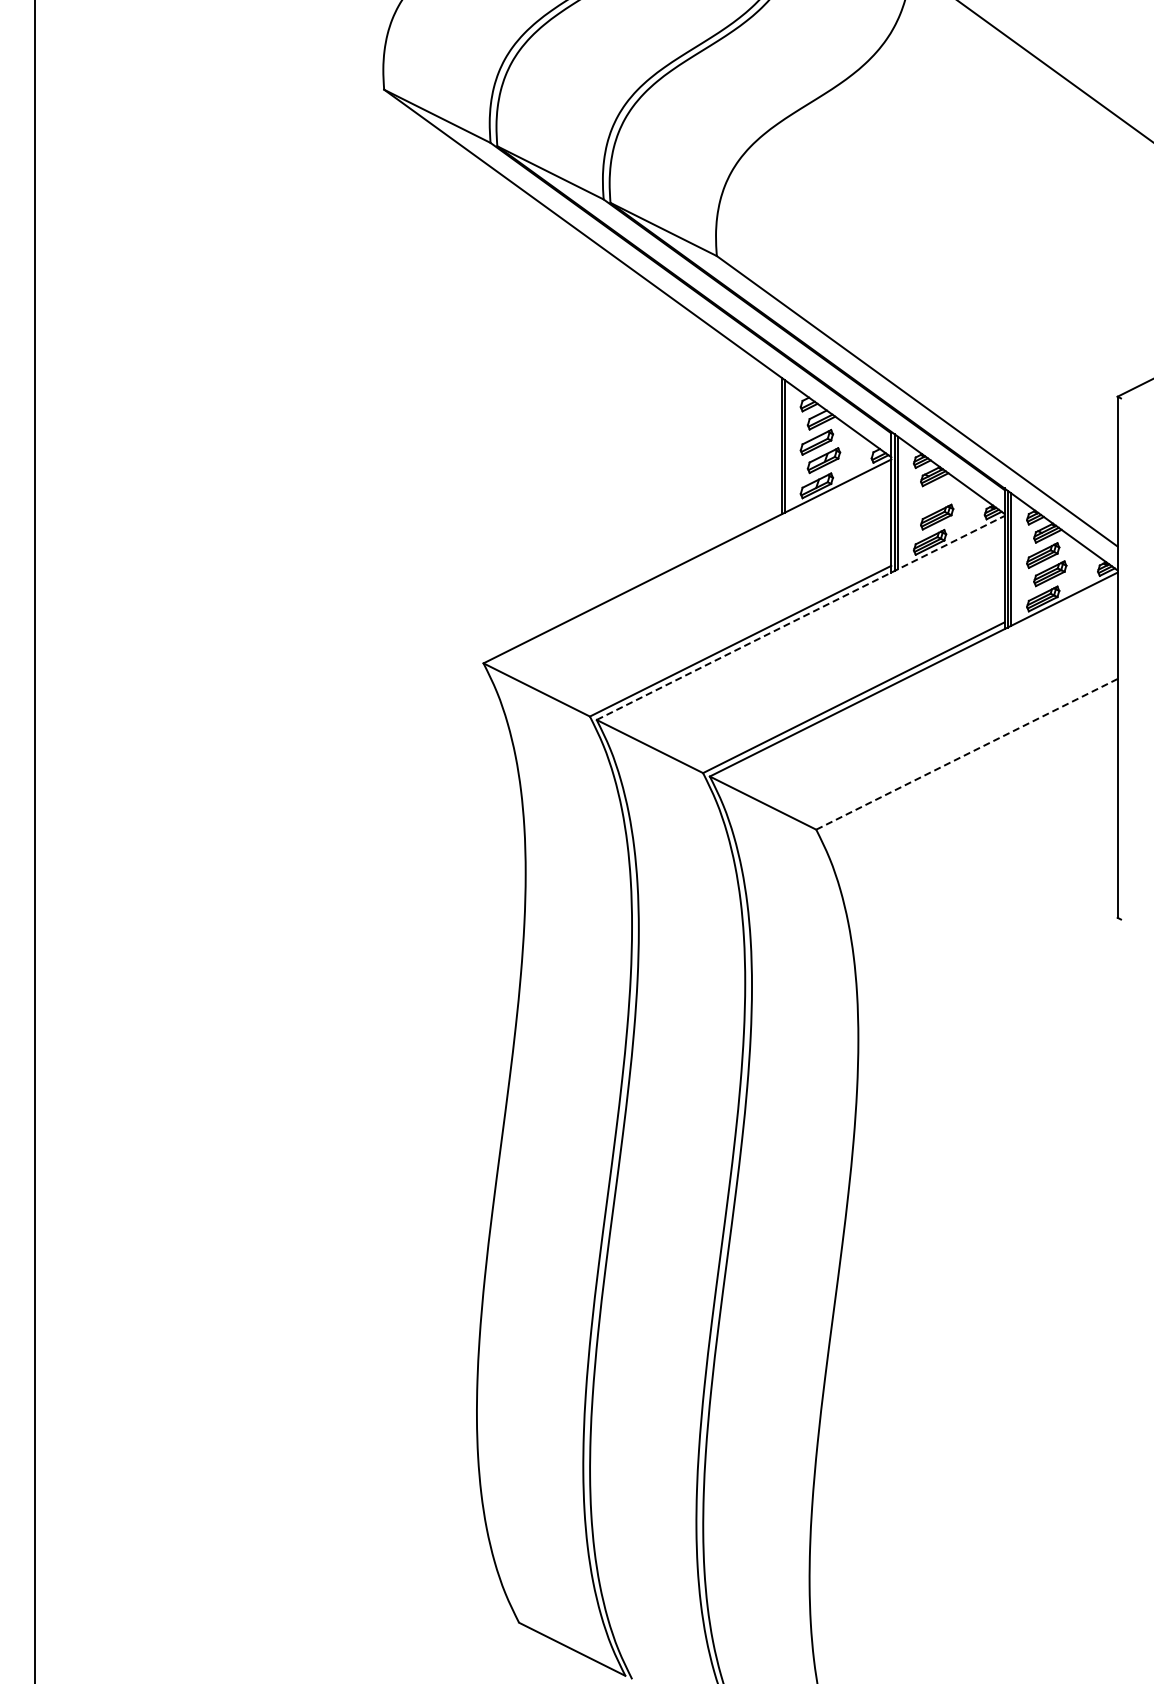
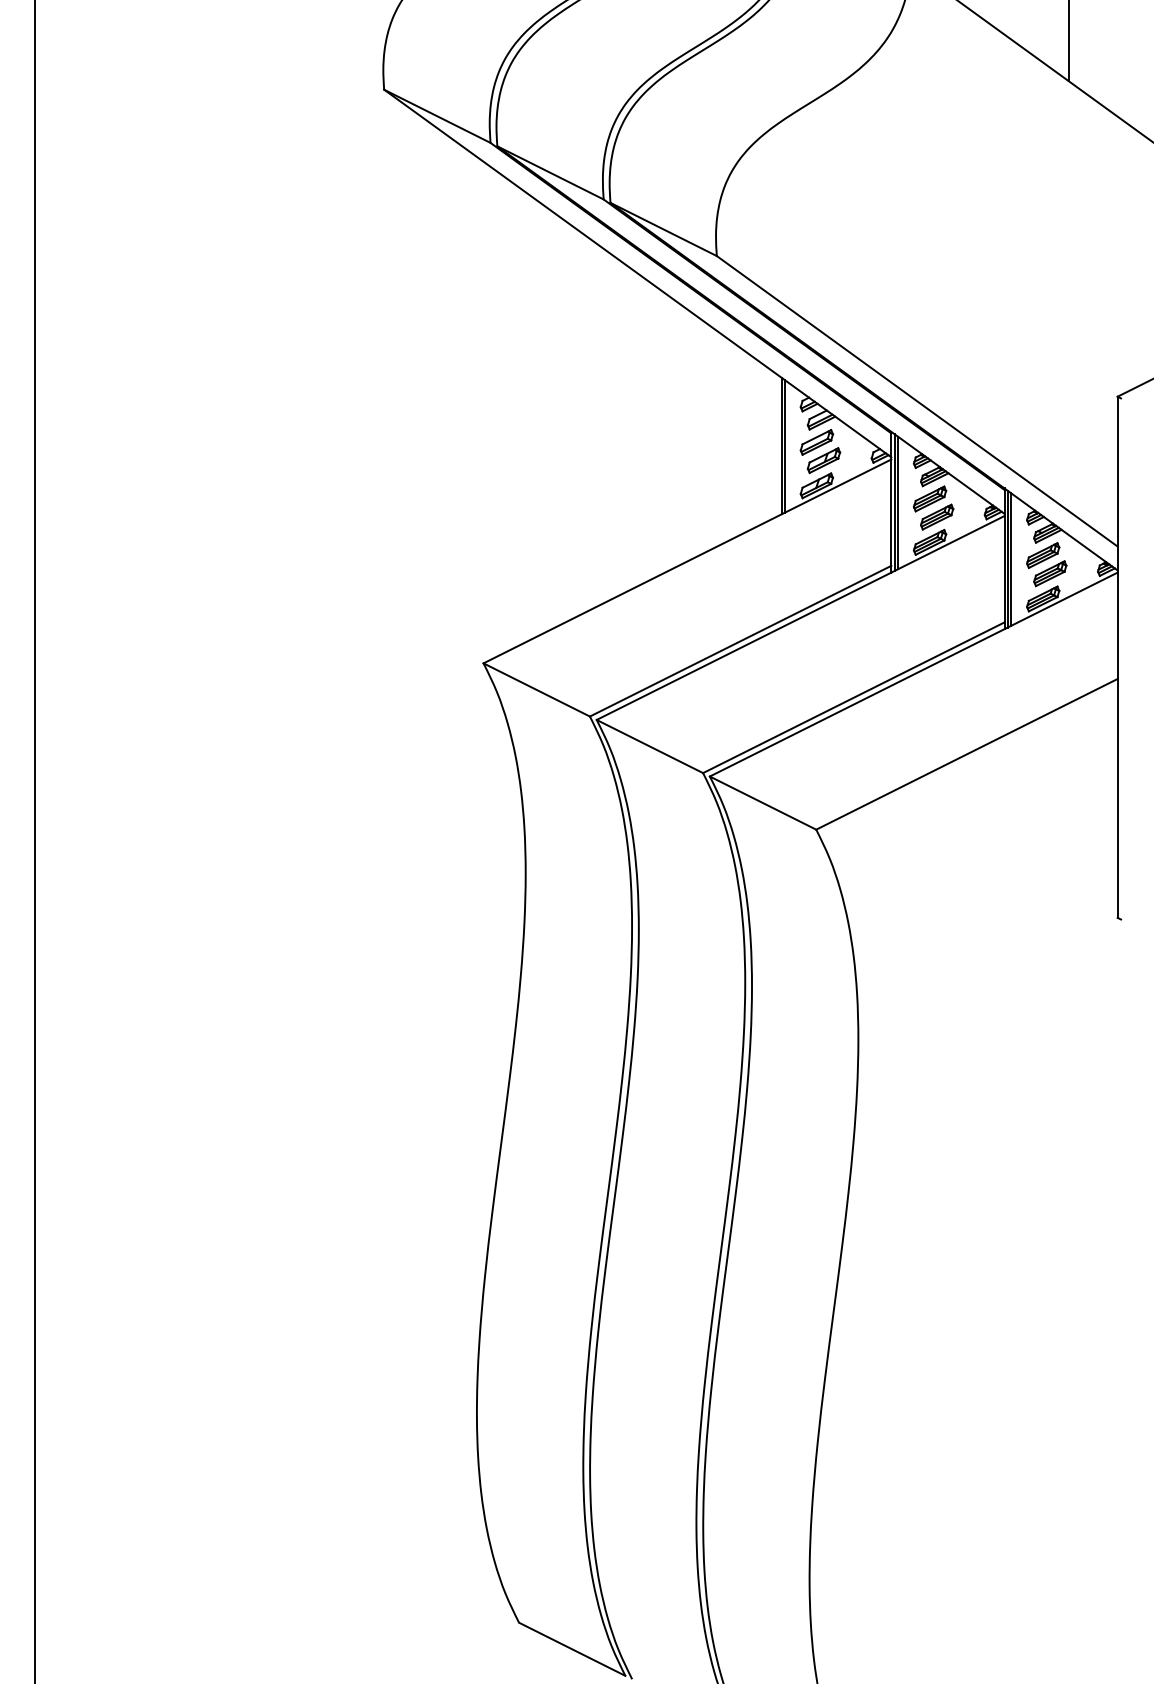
line at (1068, 41): none -> present
part at (930, 498): none -> present
line at (800, 617): dashed -> solid
line at (967, 754): dashed -> solid
